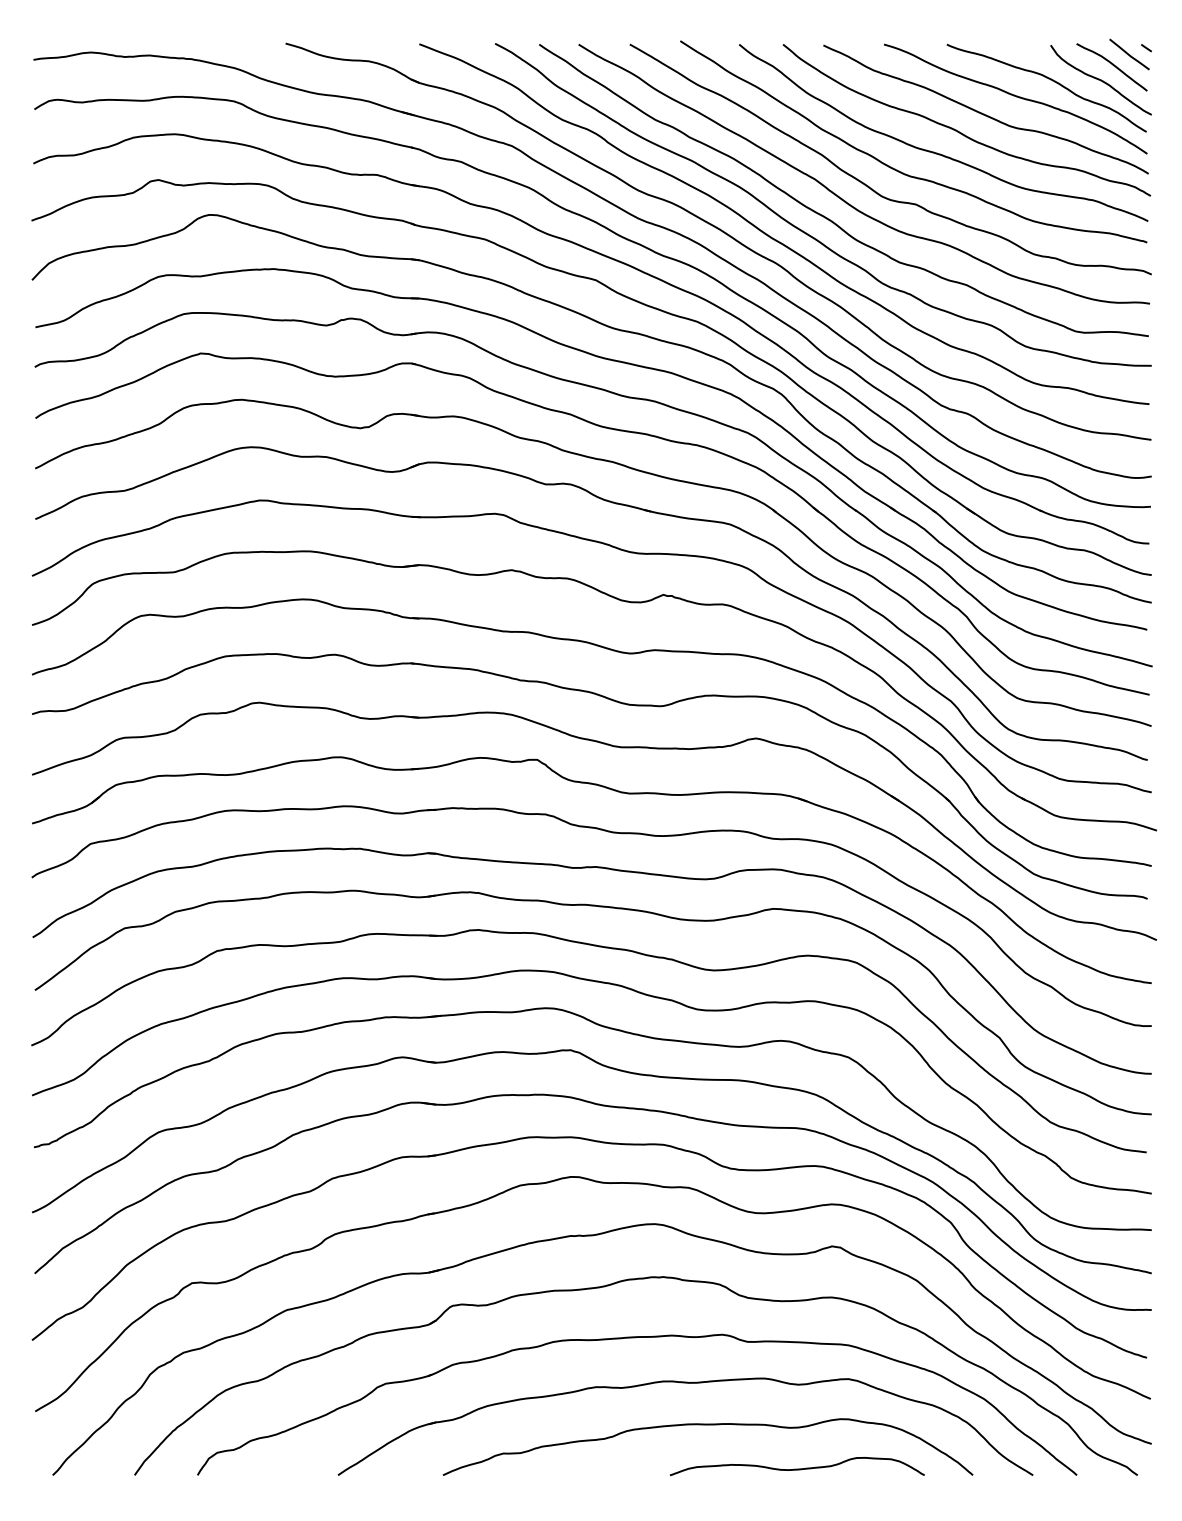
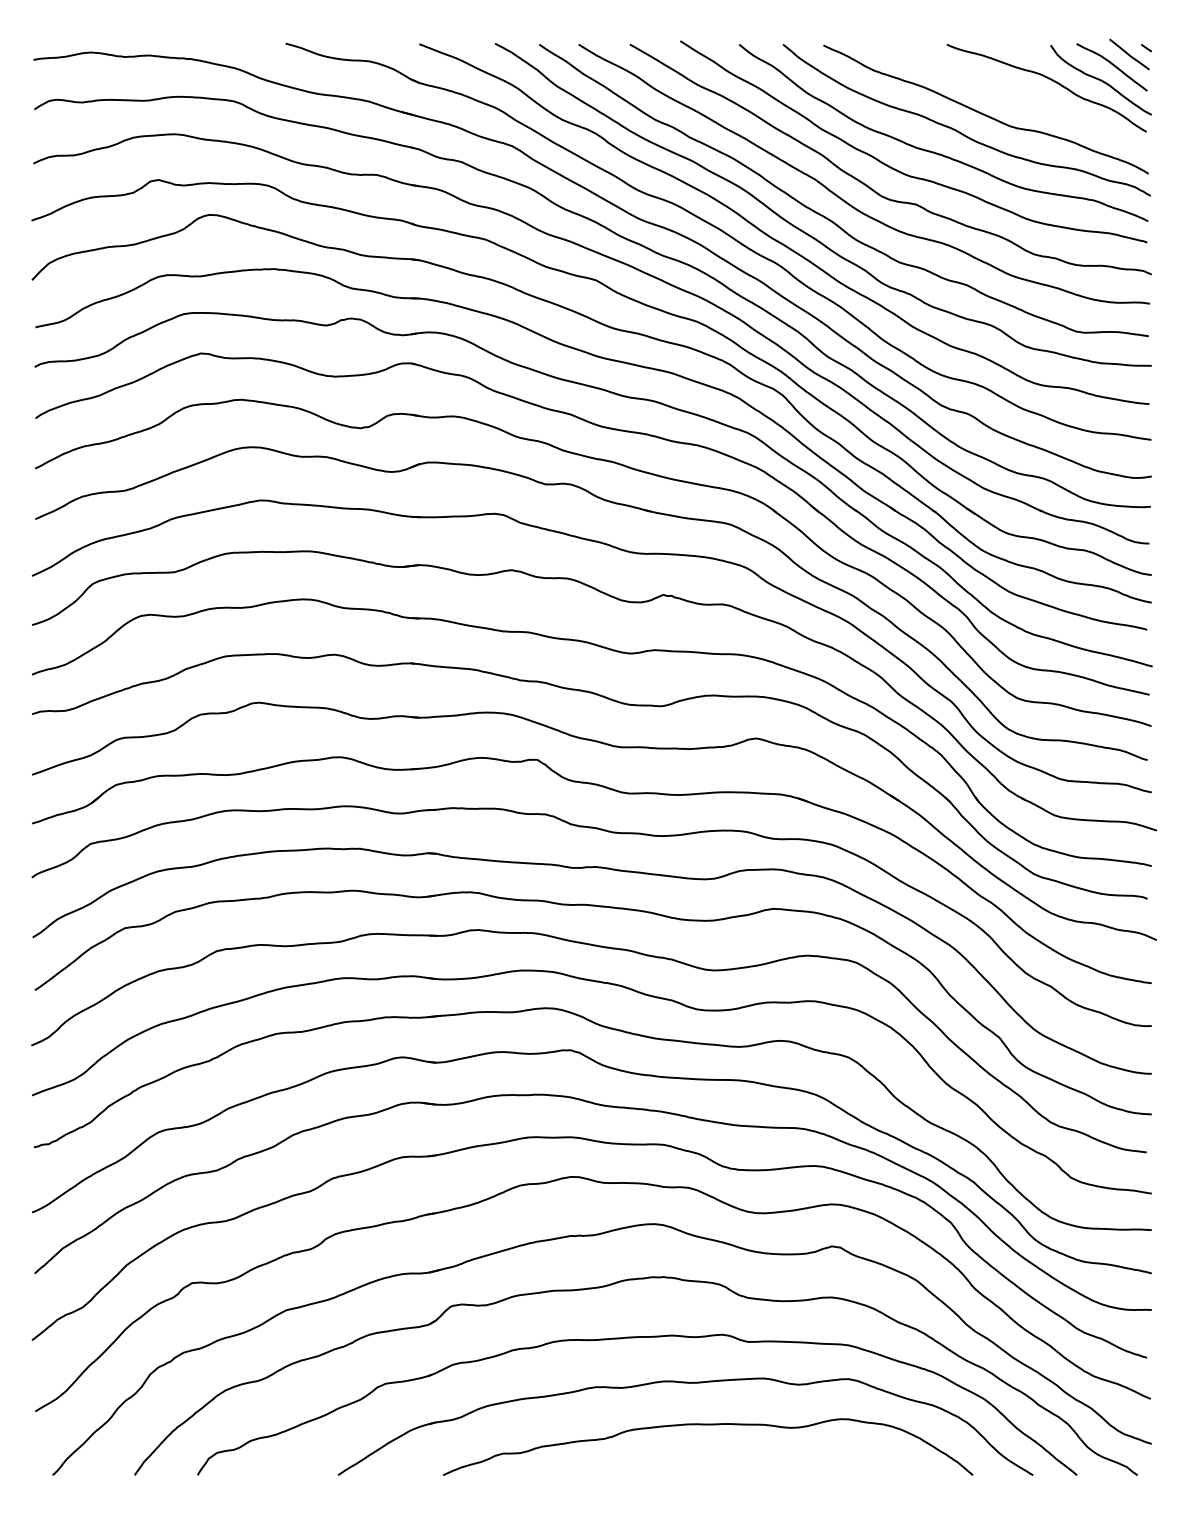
curve at (1016, 97): present -> none
curve at (796, 1468): present -> none
